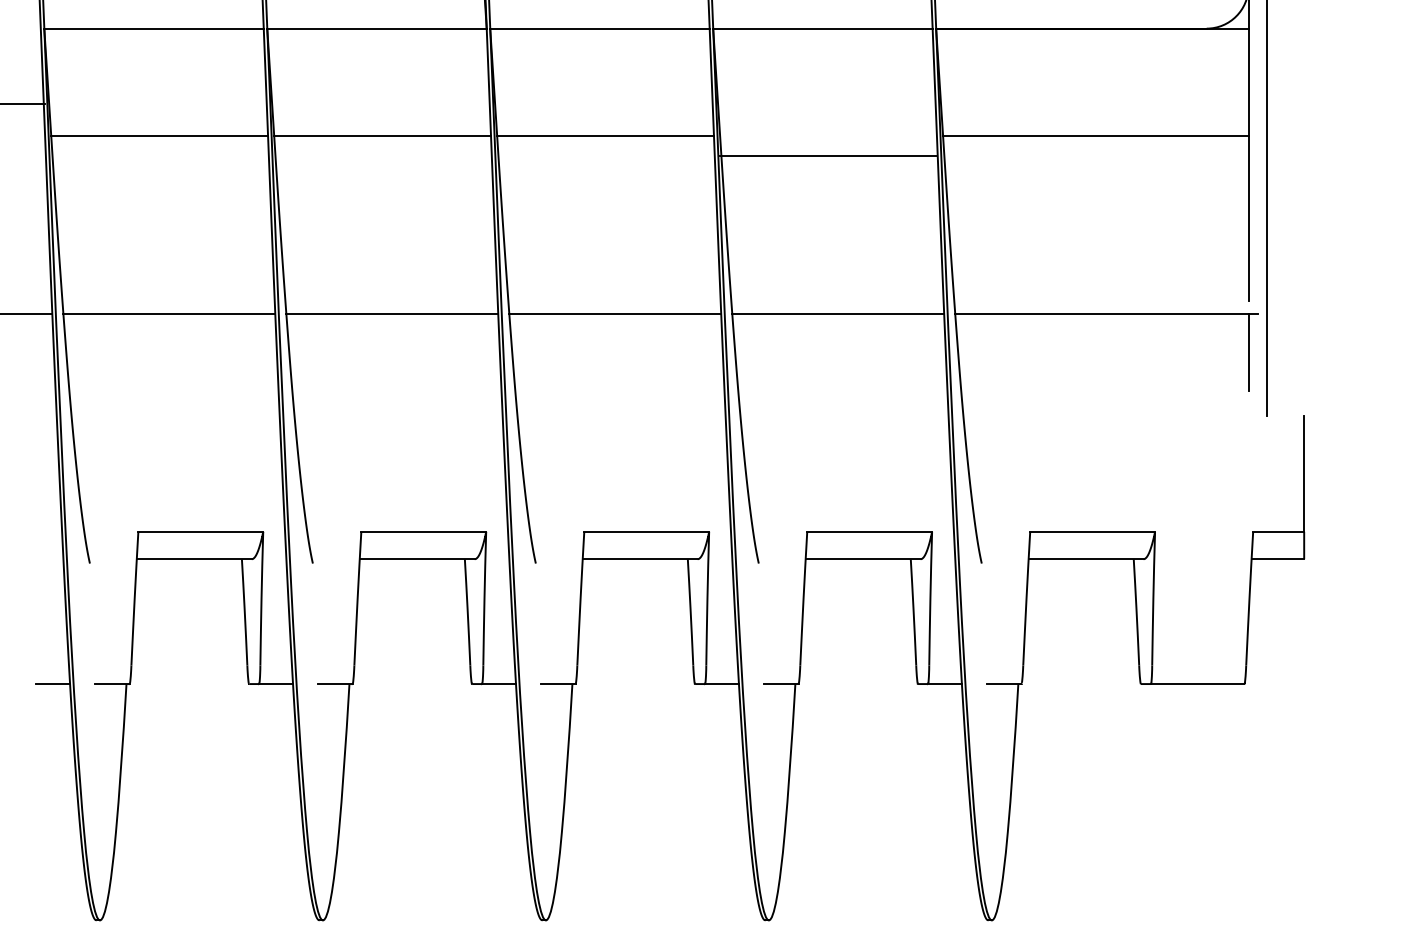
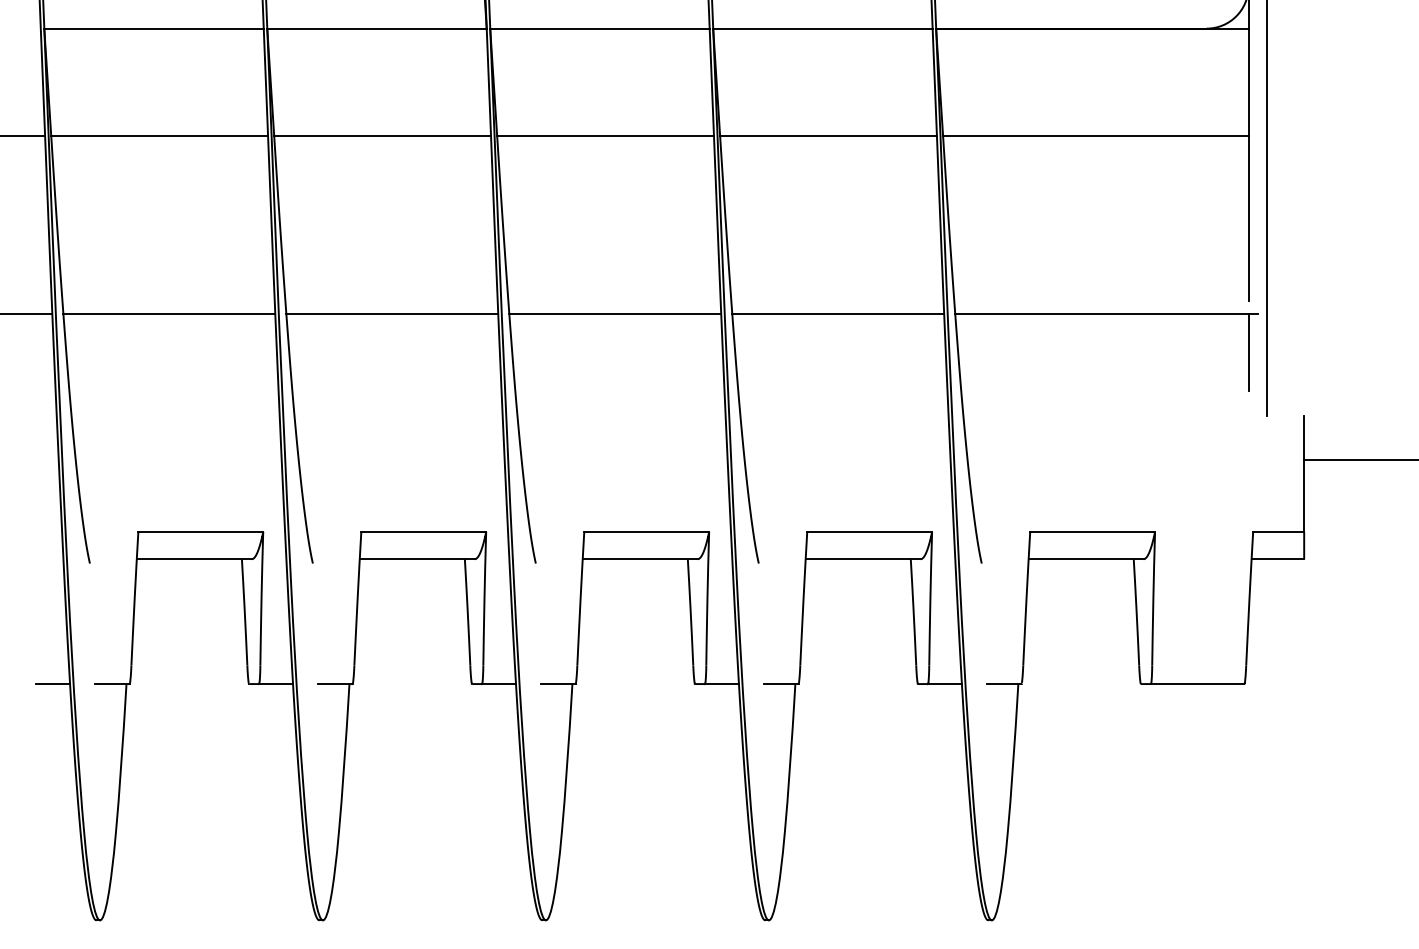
line at (23, 103) position: (23, 103) -> (23, 135)
line at (828, 155) position: (828, 155) -> (828, 135)
line at (1359, 460): none -> present
